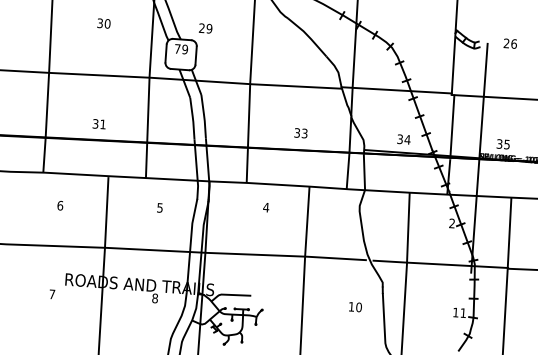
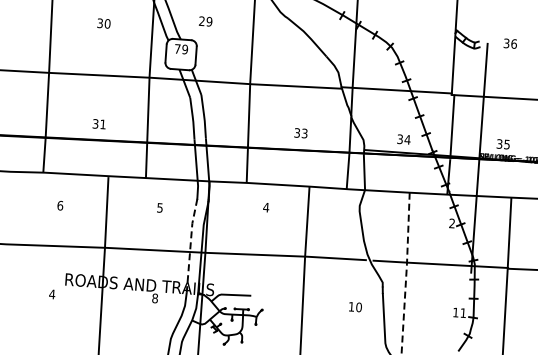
text at (205, 28) position: (205, 28) -> (205, 21)
text at (506, 43): 26 -> 36
line at (190, 245): solid -> dashed
line at (406, 273): solid -> dashed
text at (52, 294): 7 -> 4
